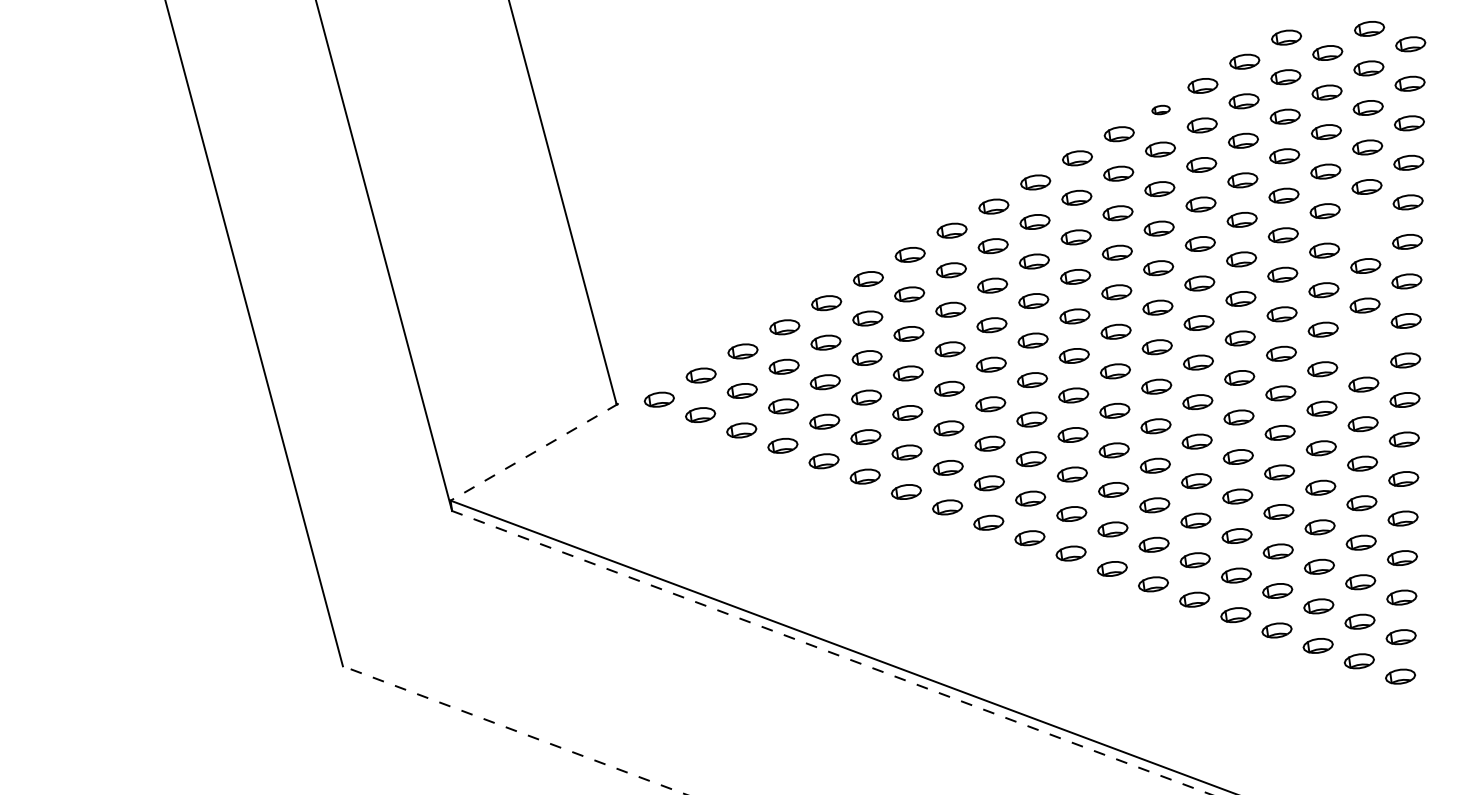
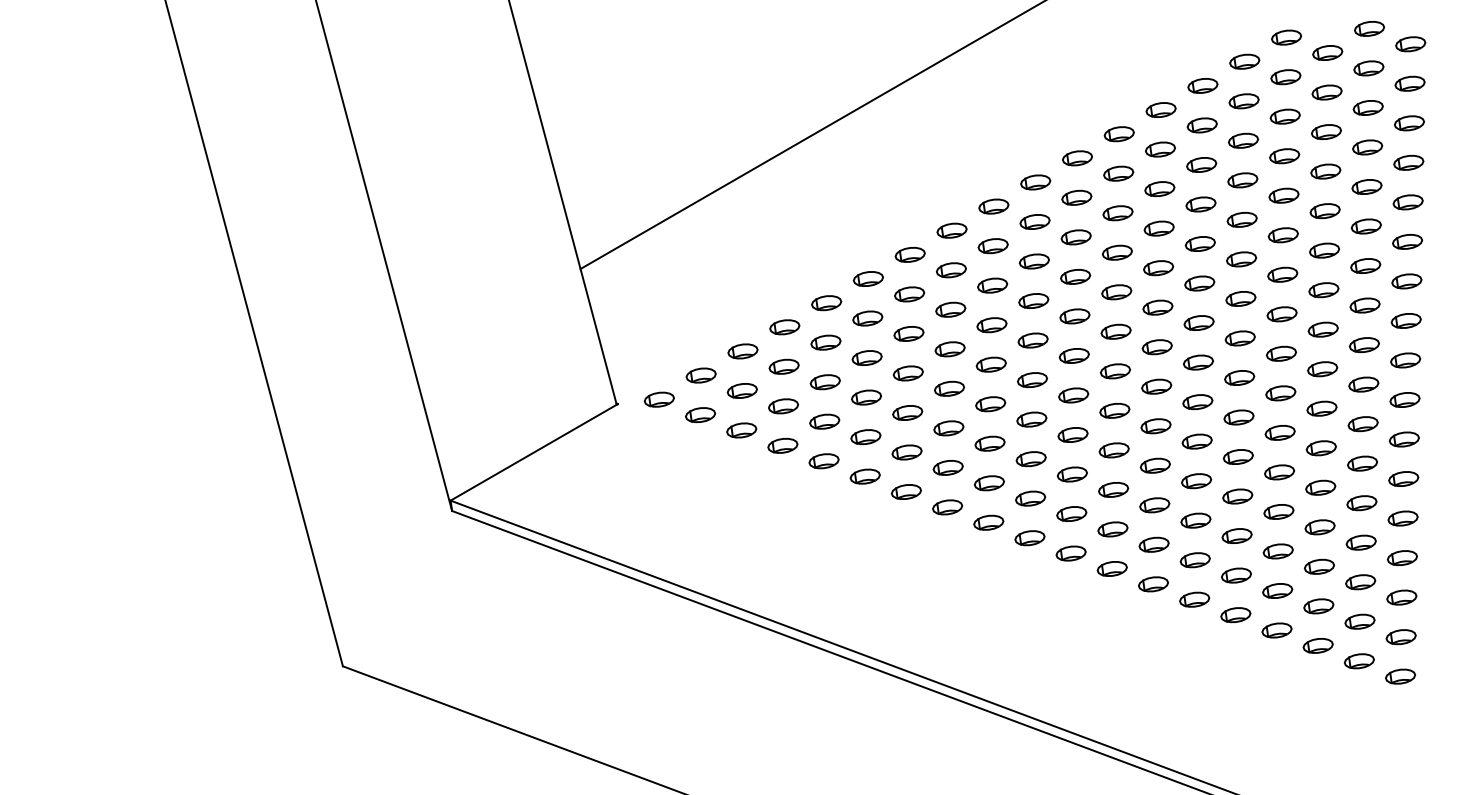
part at (1160, 109) size: 20x12 px -> 32x16 px
line at (811, 135): none -> present
part at (1365, 226): none -> present
part at (1363, 344): none -> present
line at (534, 452): dashed -> solid
line at (831, 652): dashed -> solid
line at (514, 730): dashed -> solid
